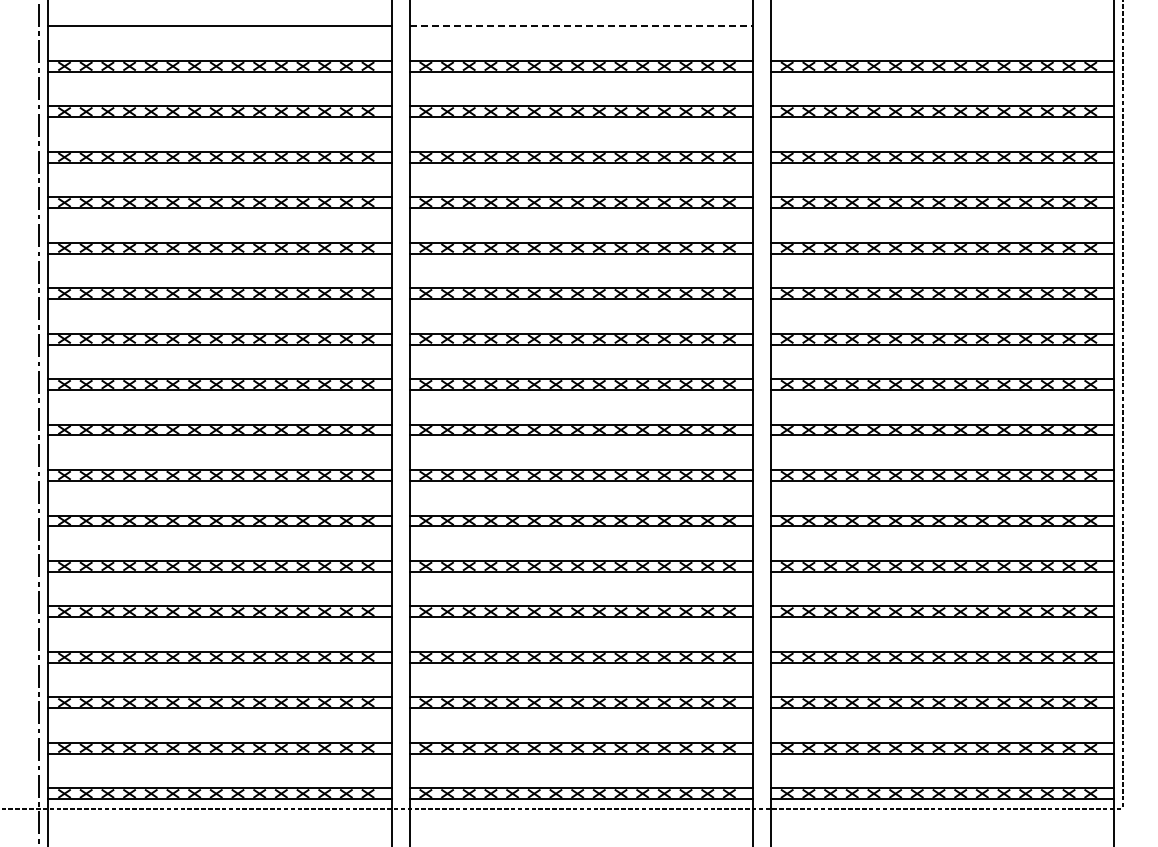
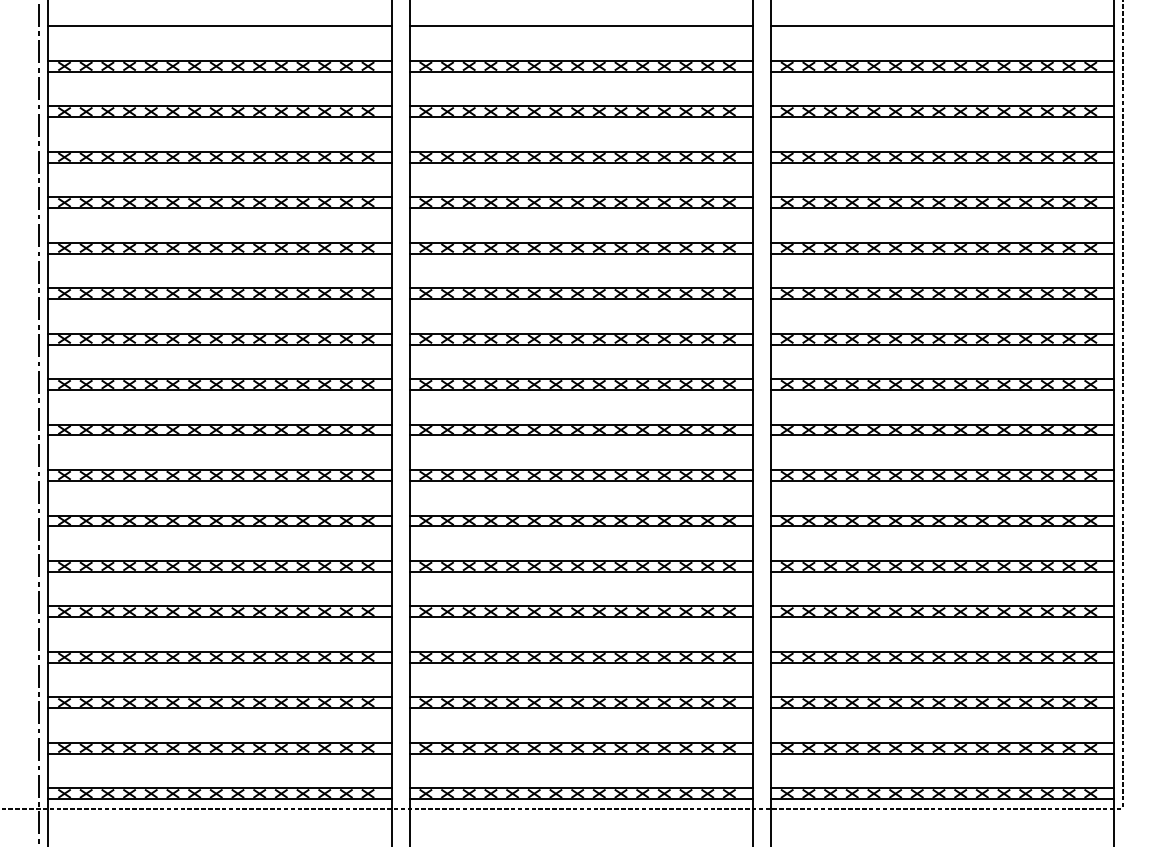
line at (581, 26): dashed -> solid
line at (942, 26): none -> present
